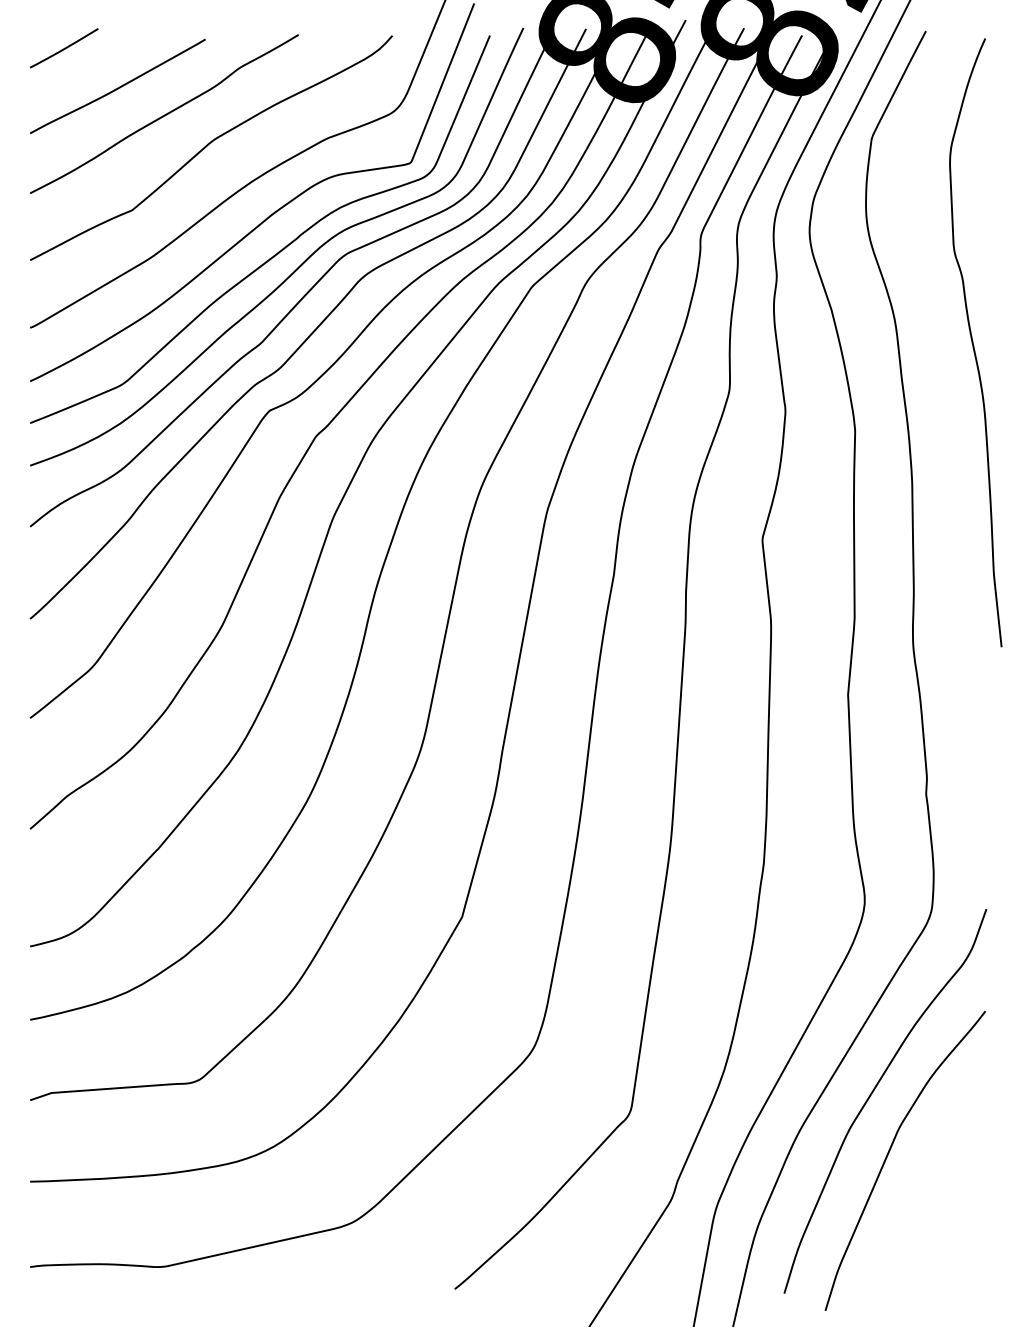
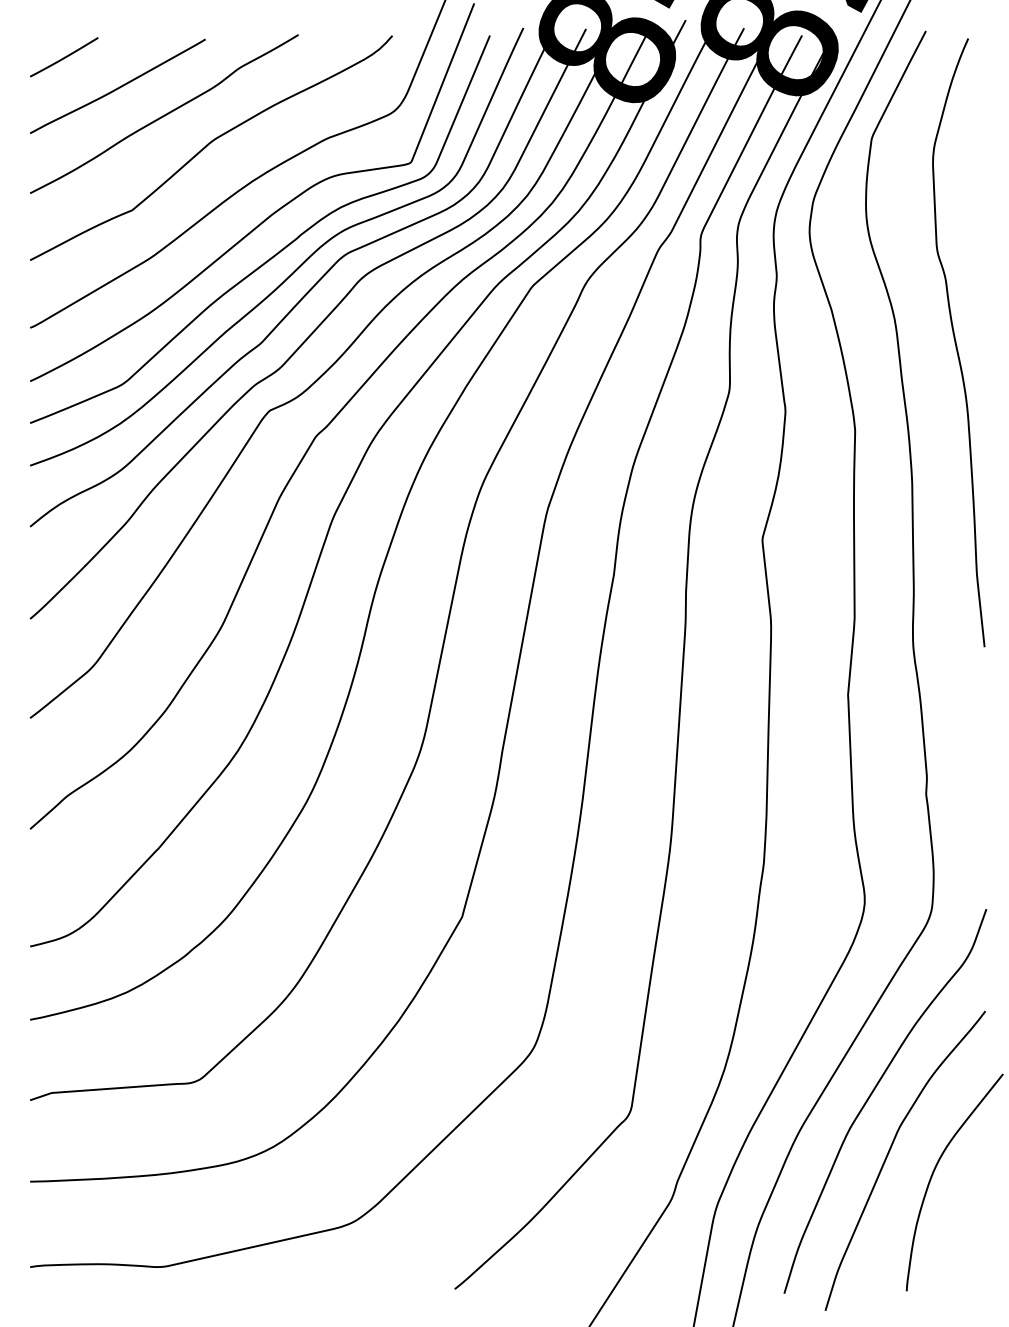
line at (64, 48) position: (64, 48) -> (64, 57)
curve at (973, 342) position: (973, 342) -> (956, 342)
curve at (934, 1172): none -> present
